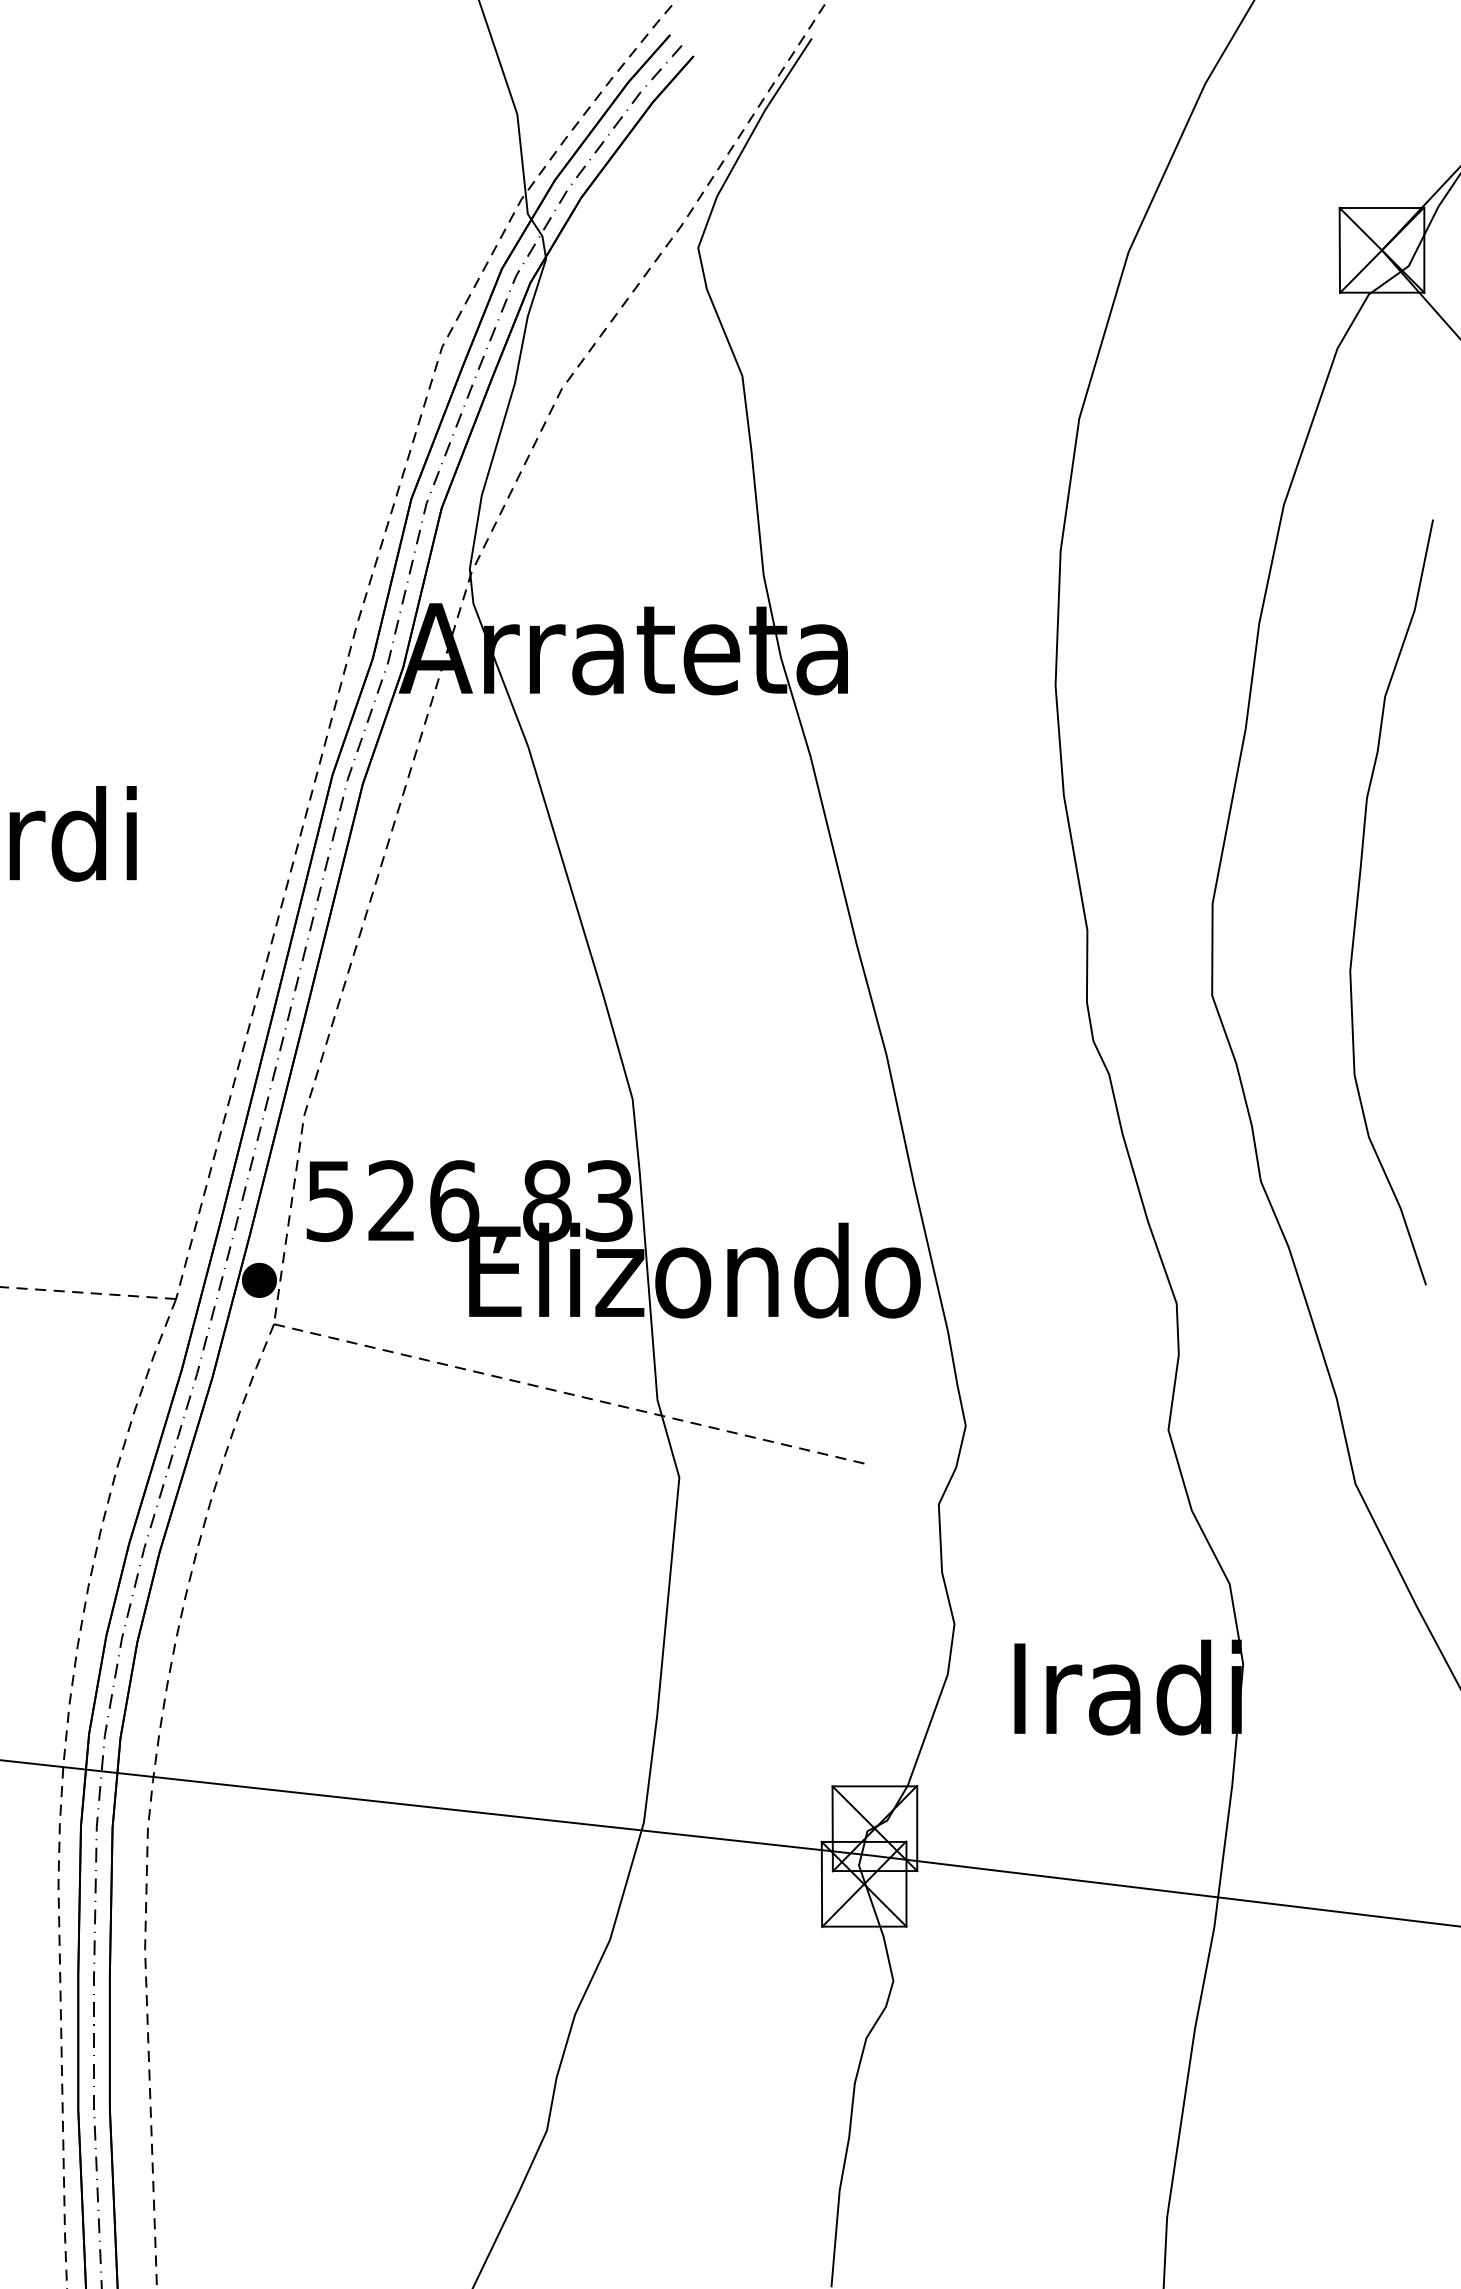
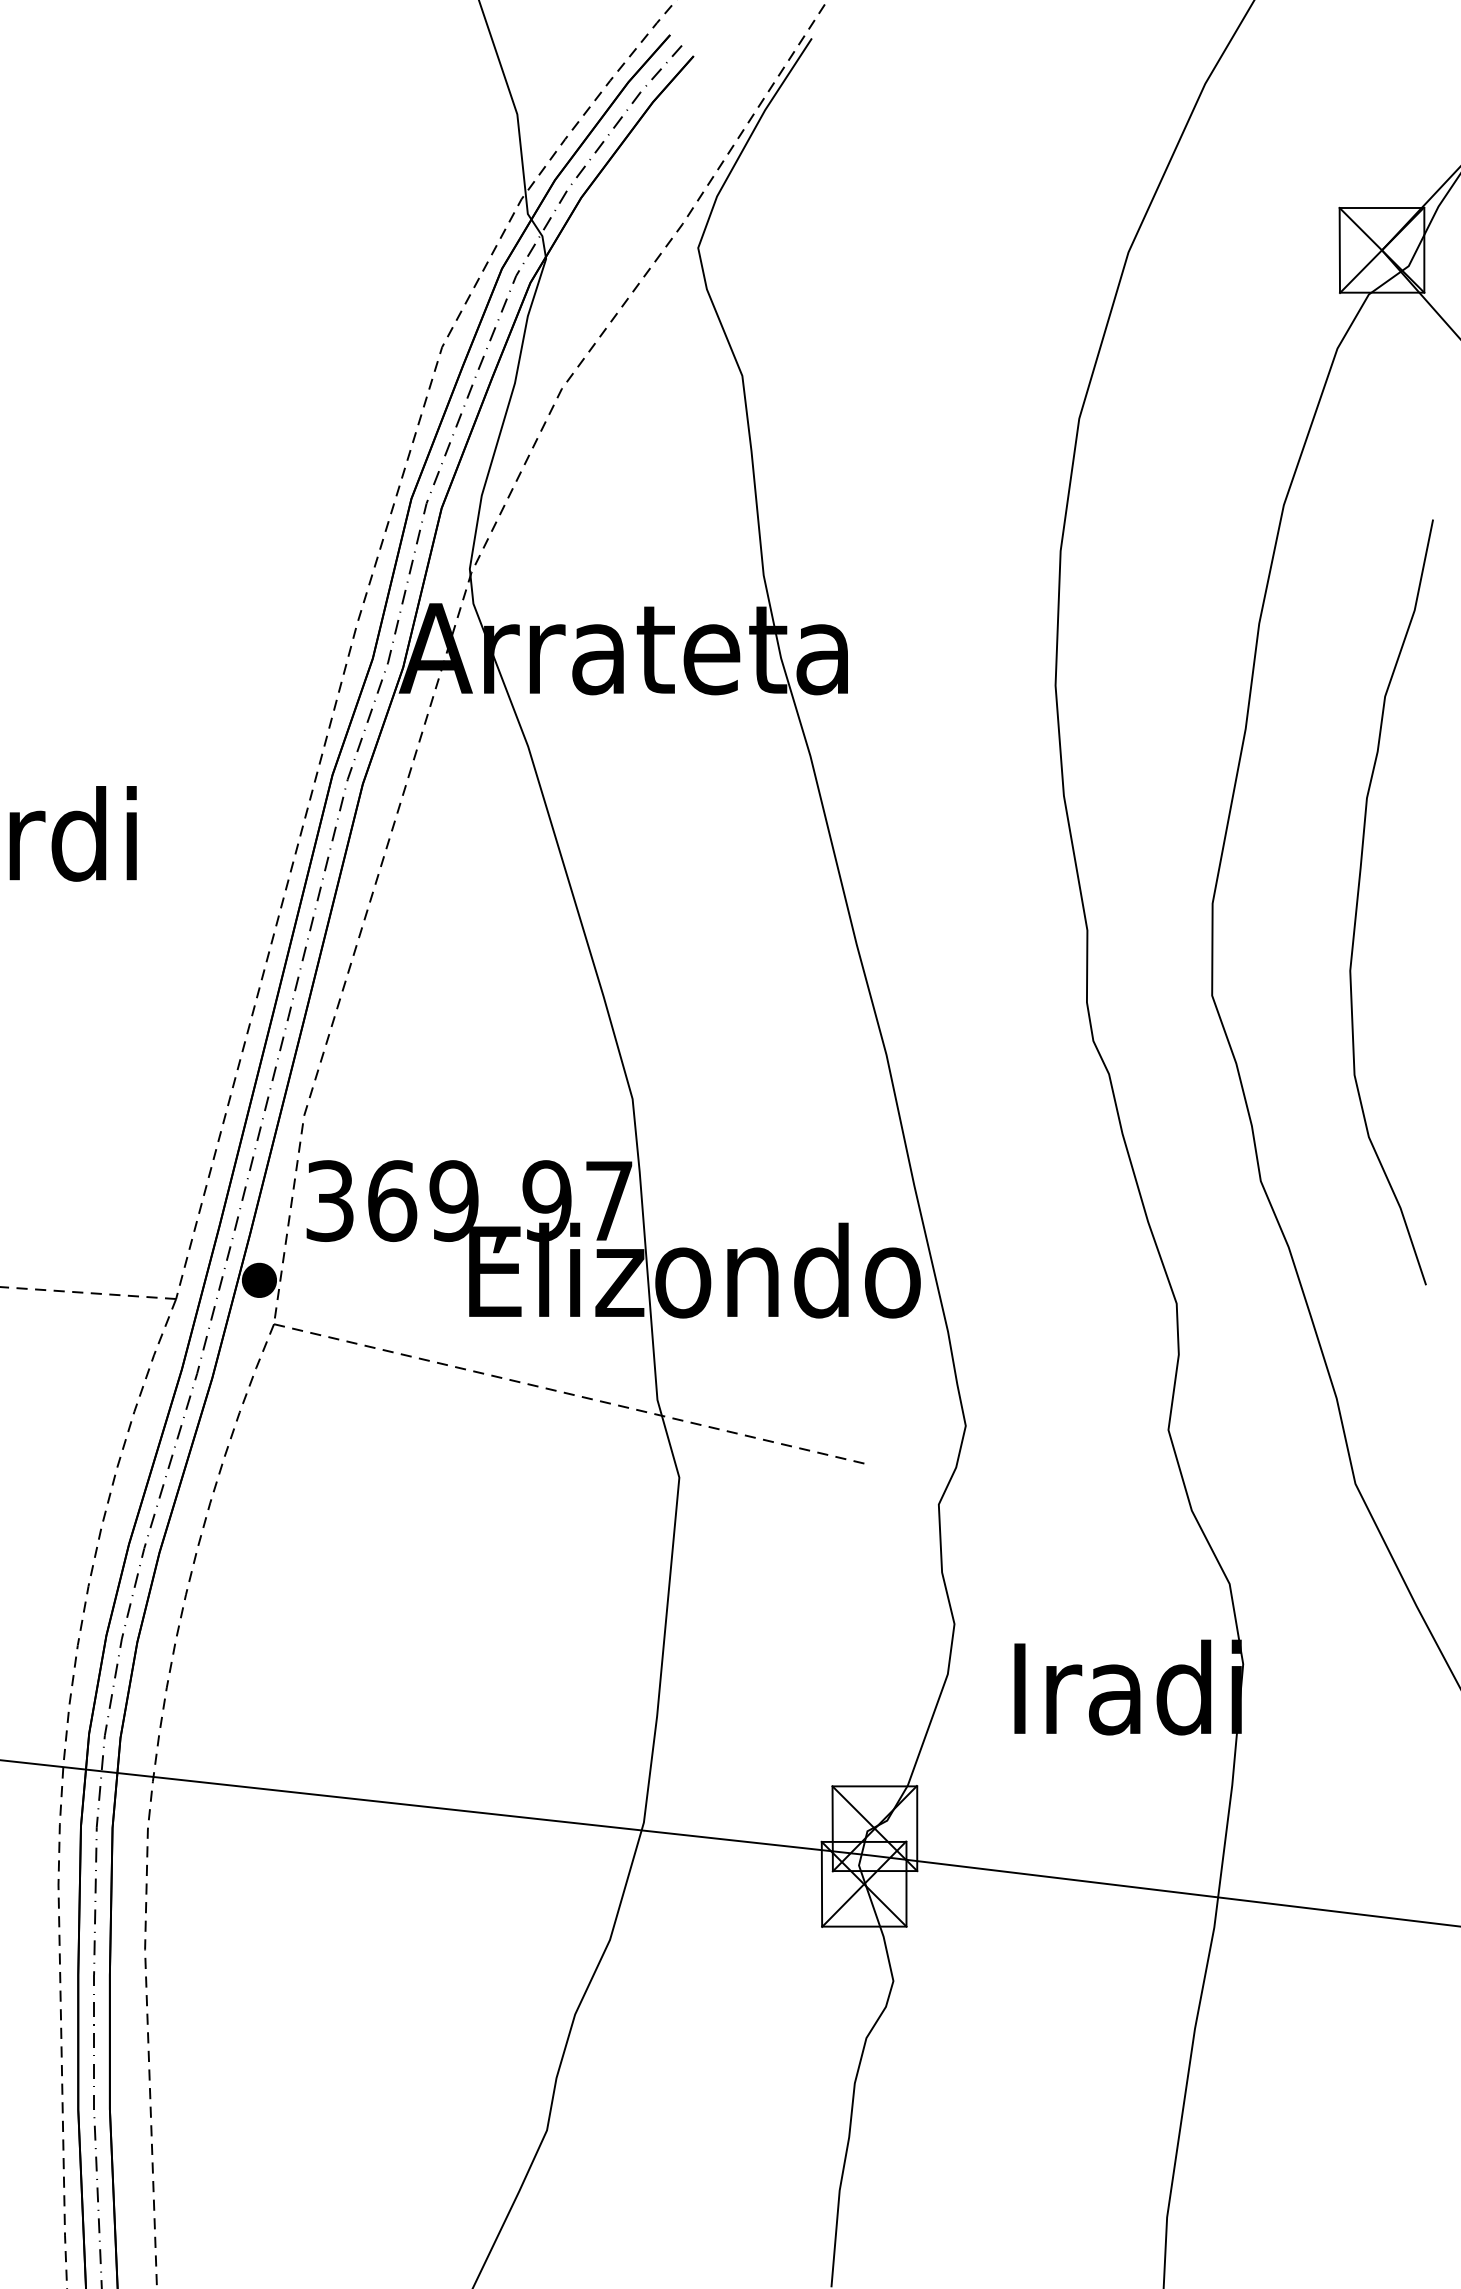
text at (469, 1201): 526,83 -> 369,97
